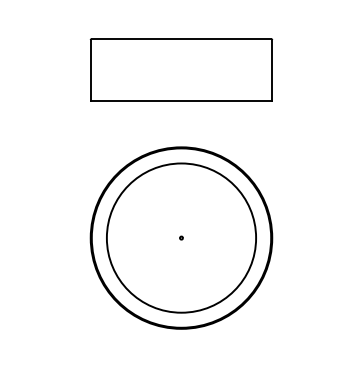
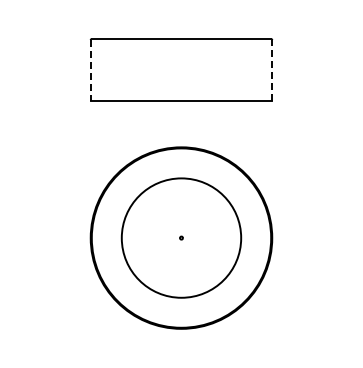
line at (272, 70): solid -> dashed
line at (90, 71): solid -> dashed
circle at (181, 237) diameter: 149 px -> 119 px
